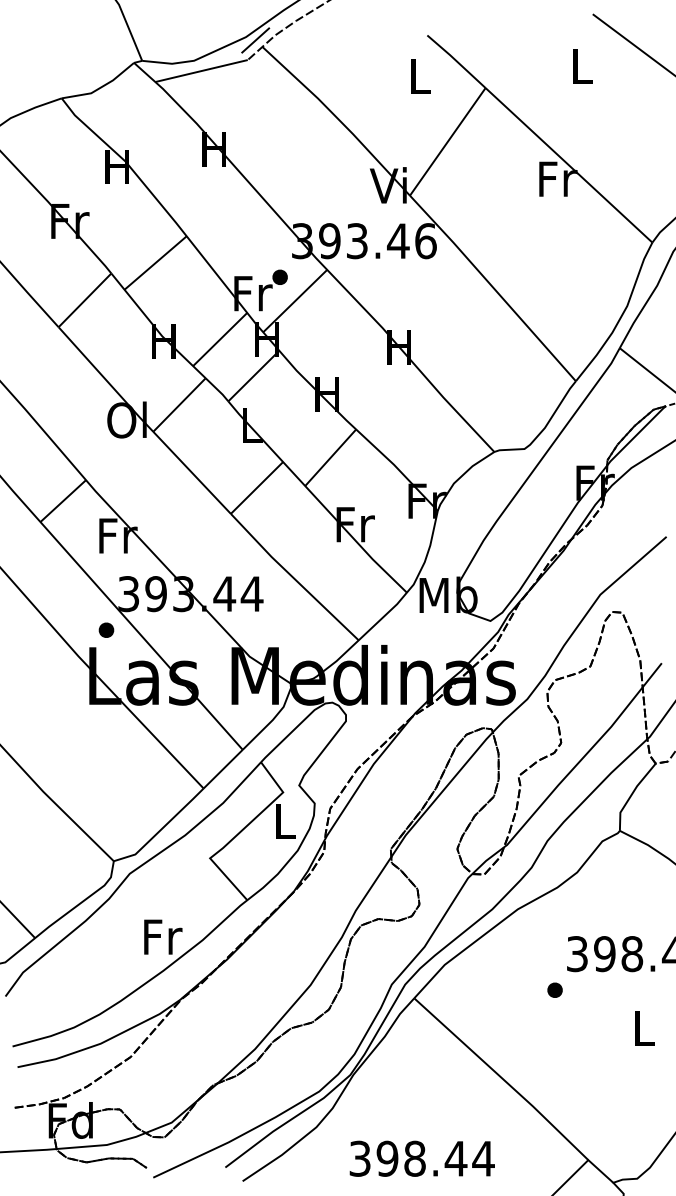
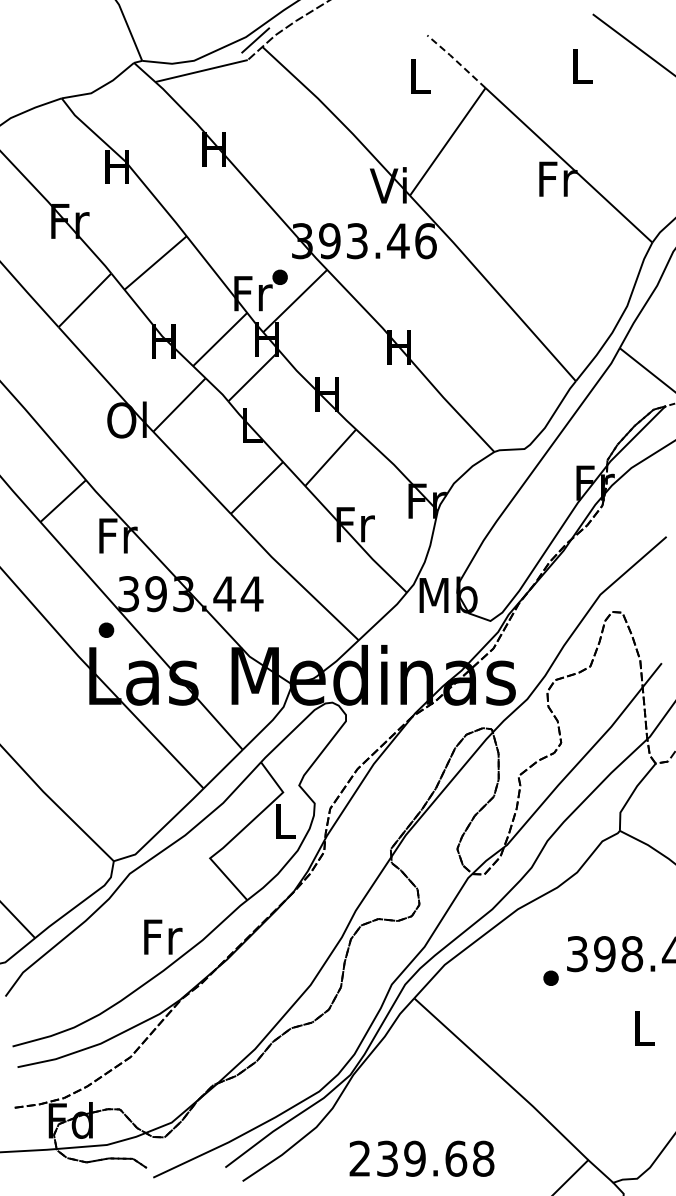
line at (455, 60): solid -> dashed
part at (554, 989) position: (554, 989) -> (550, 977)
text at (421, 1158): 398.44 -> 239.68
